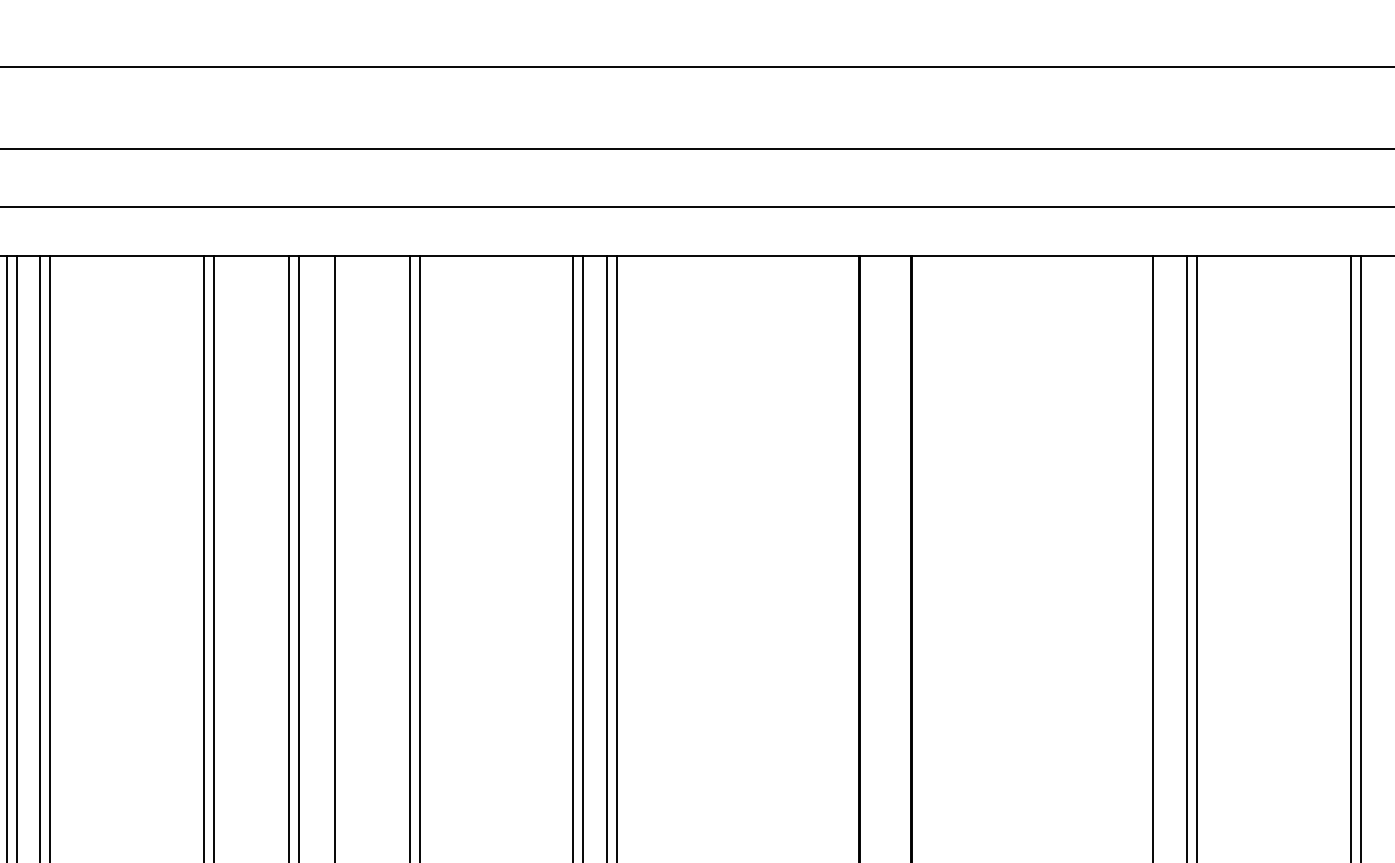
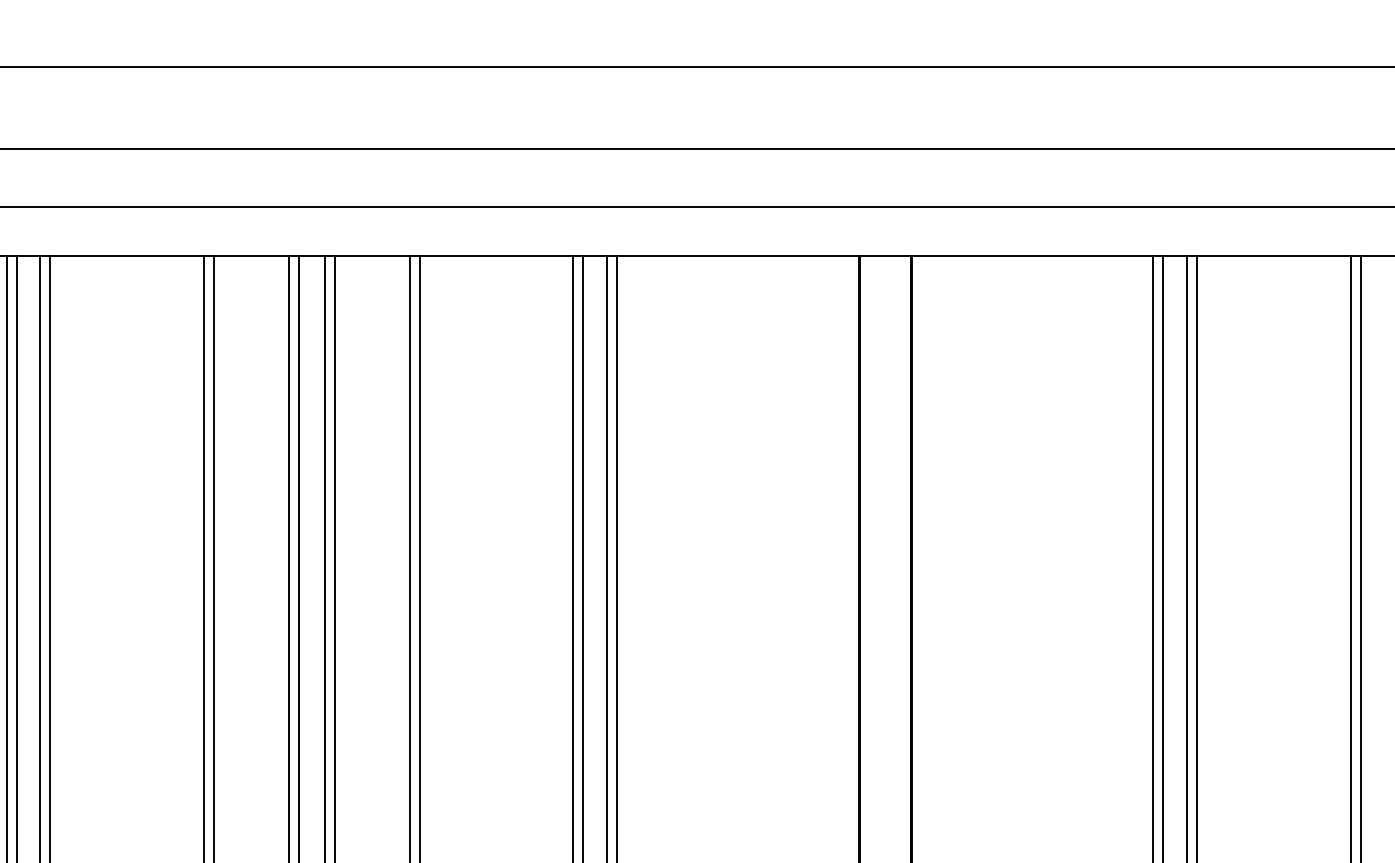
line at (325, 557): none -> present
line at (1163, 557): none -> present
